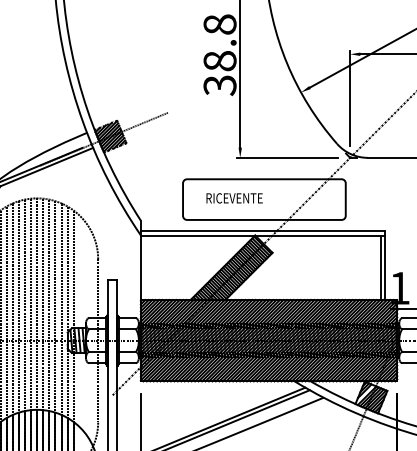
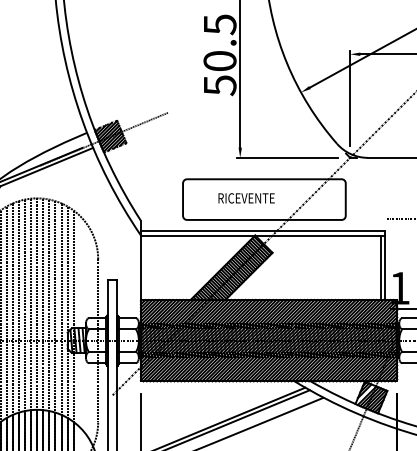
text at (219, 54): 38.8 -> 50.5
text at (234, 198) position: (234, 198) -> (246, 198)
line at (399, 218): none -> present
